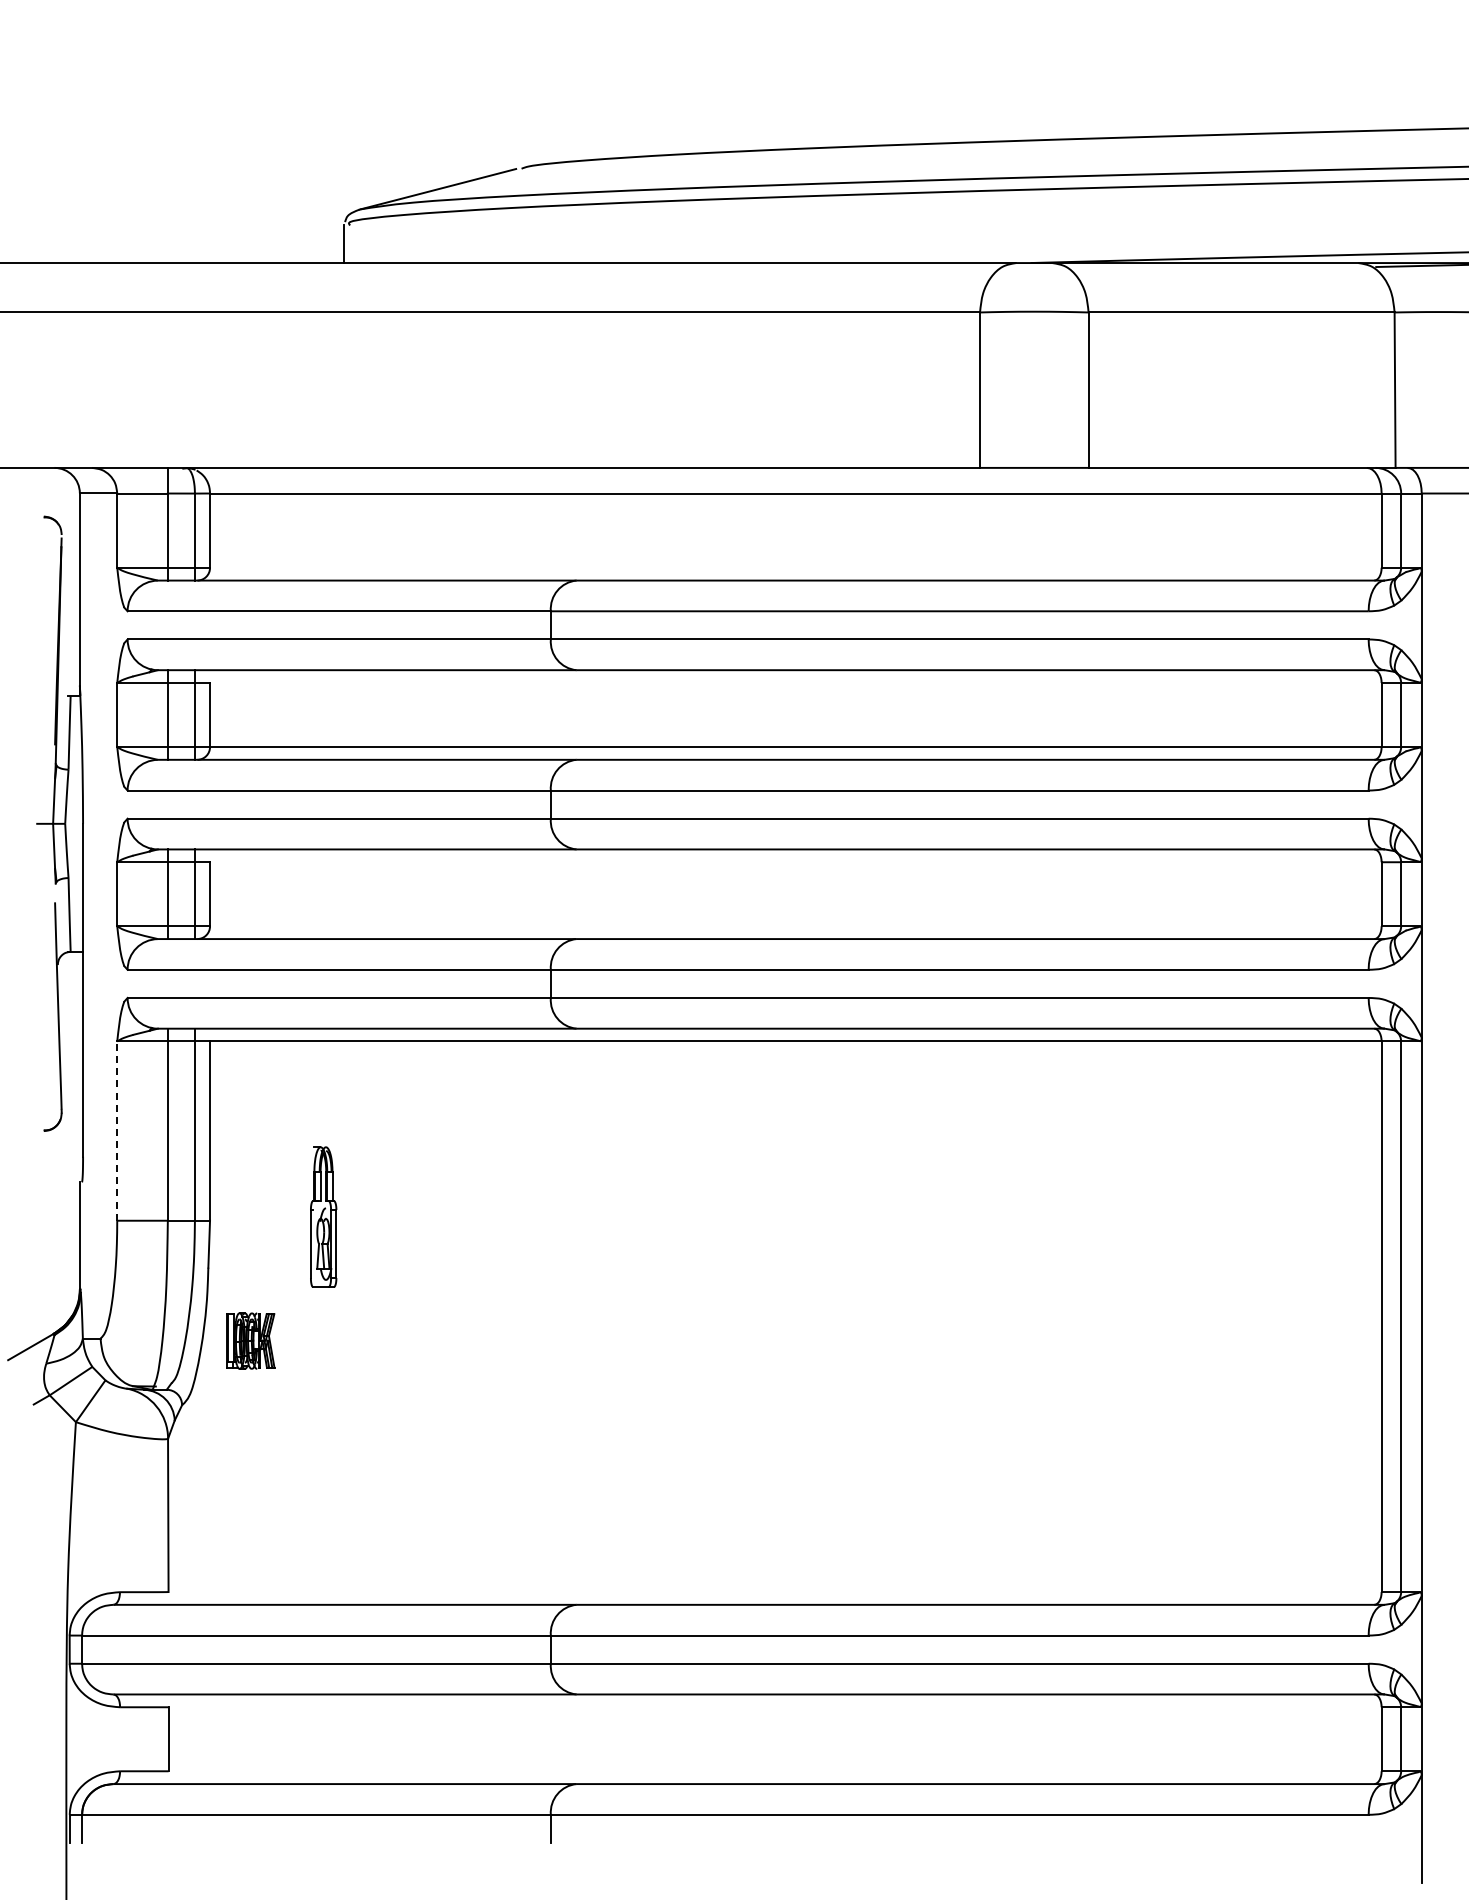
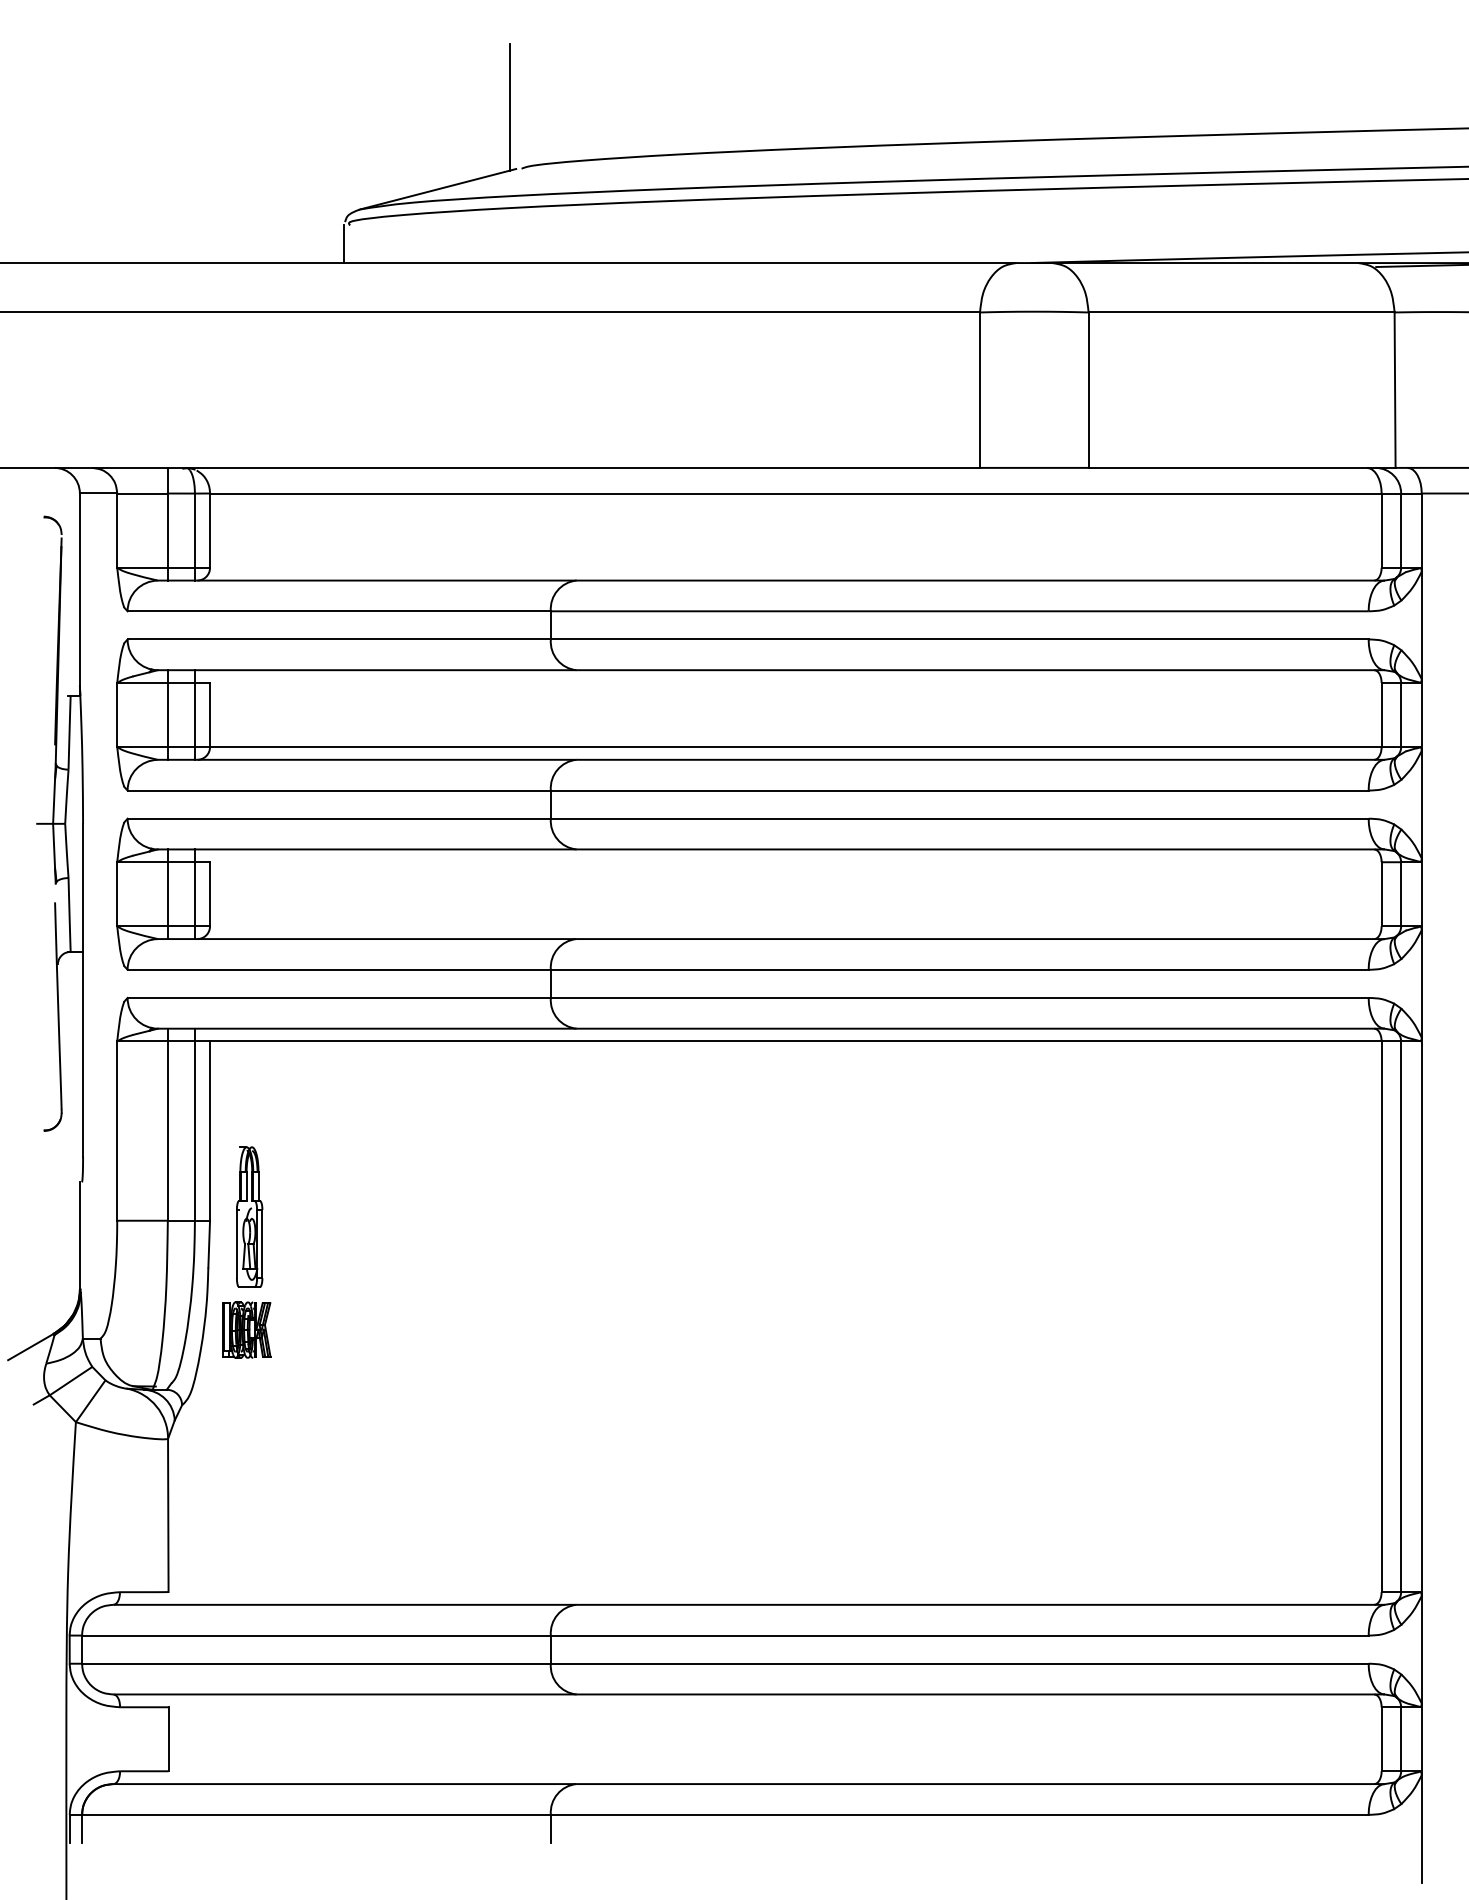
line at (510, 107): none -> present
line at (117, 1131): dashed -> solid
part at (323, 1216) position: (323, 1216) -> (249, 1216)
part at (250, 1340) position: (250, 1340) -> (246, 1329)
